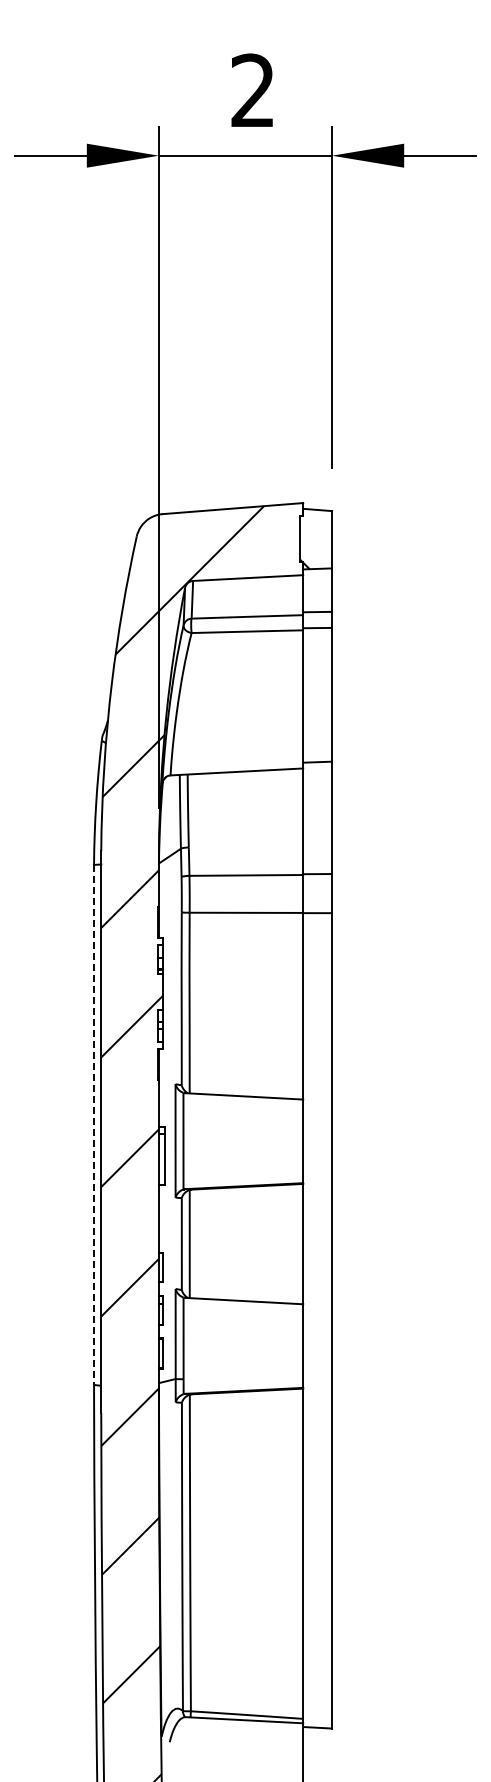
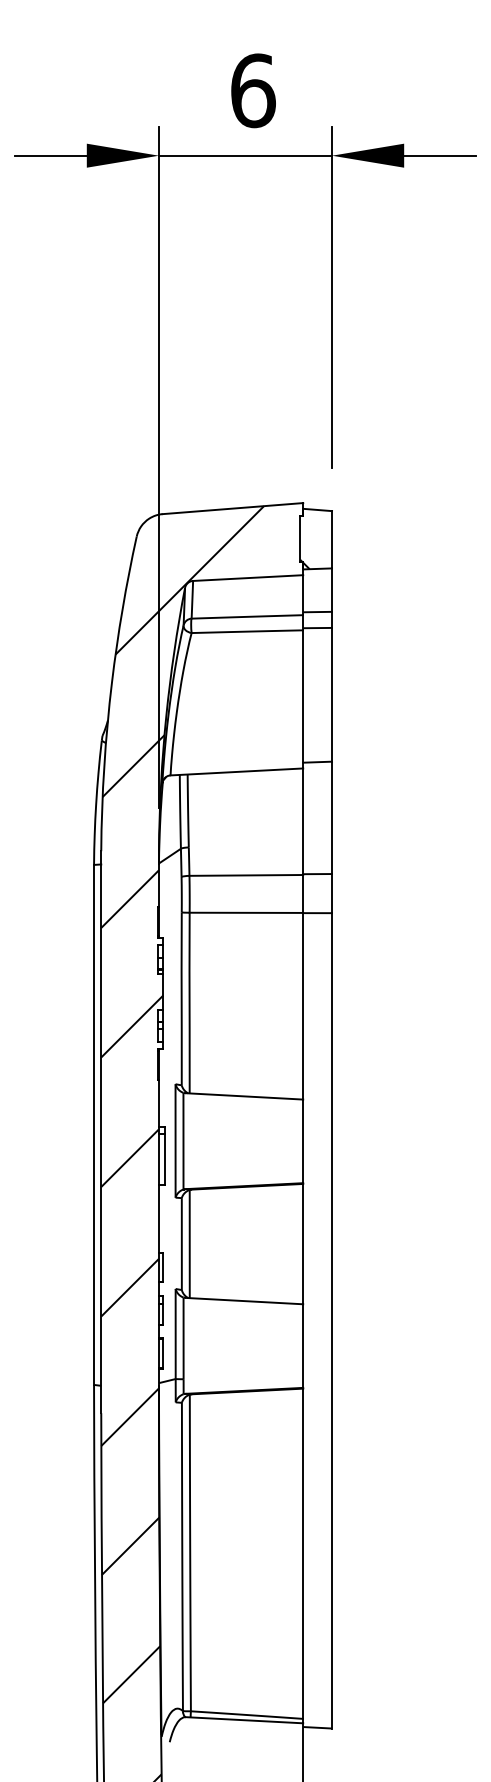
text at (253, 90): 2 -> 6
line at (94, 1124): dashed -> solid
